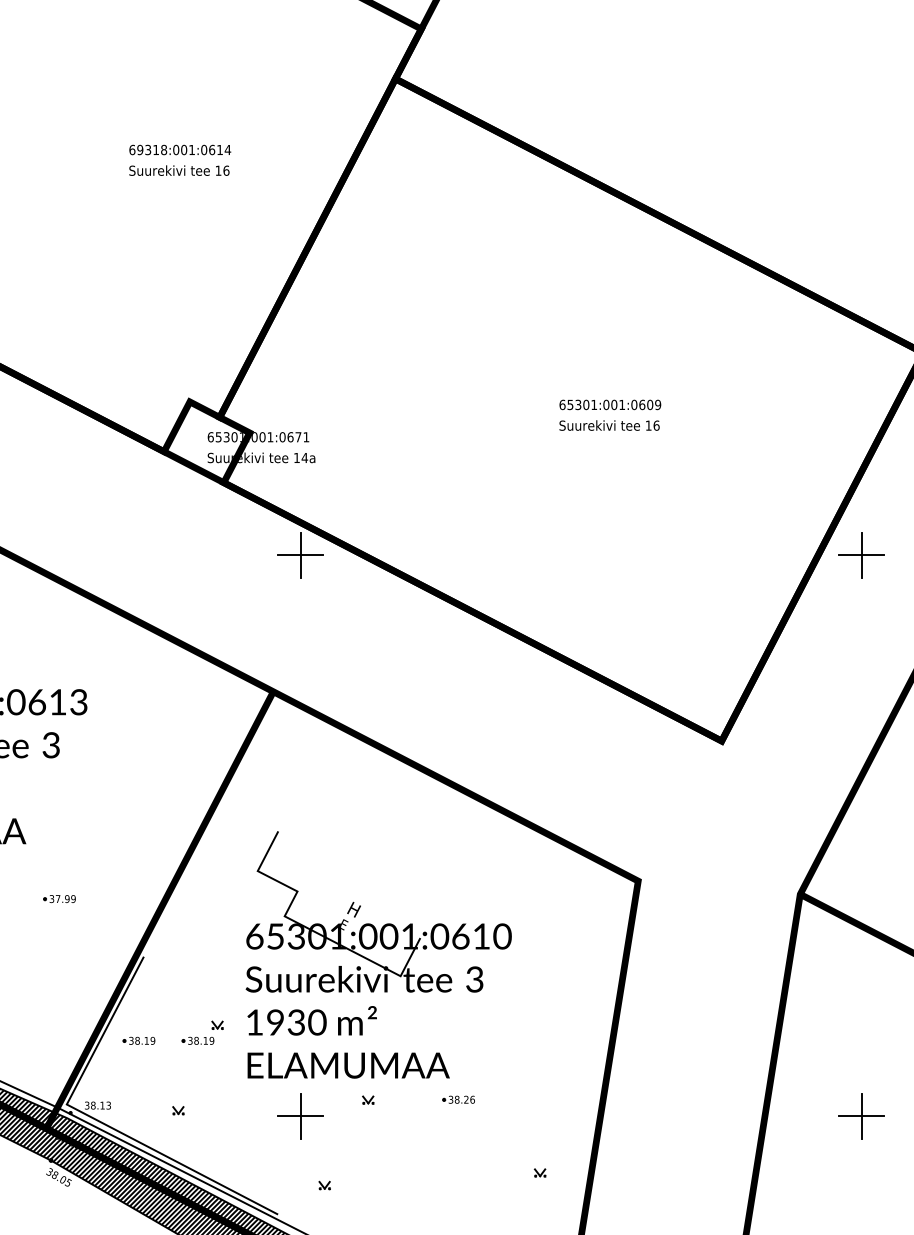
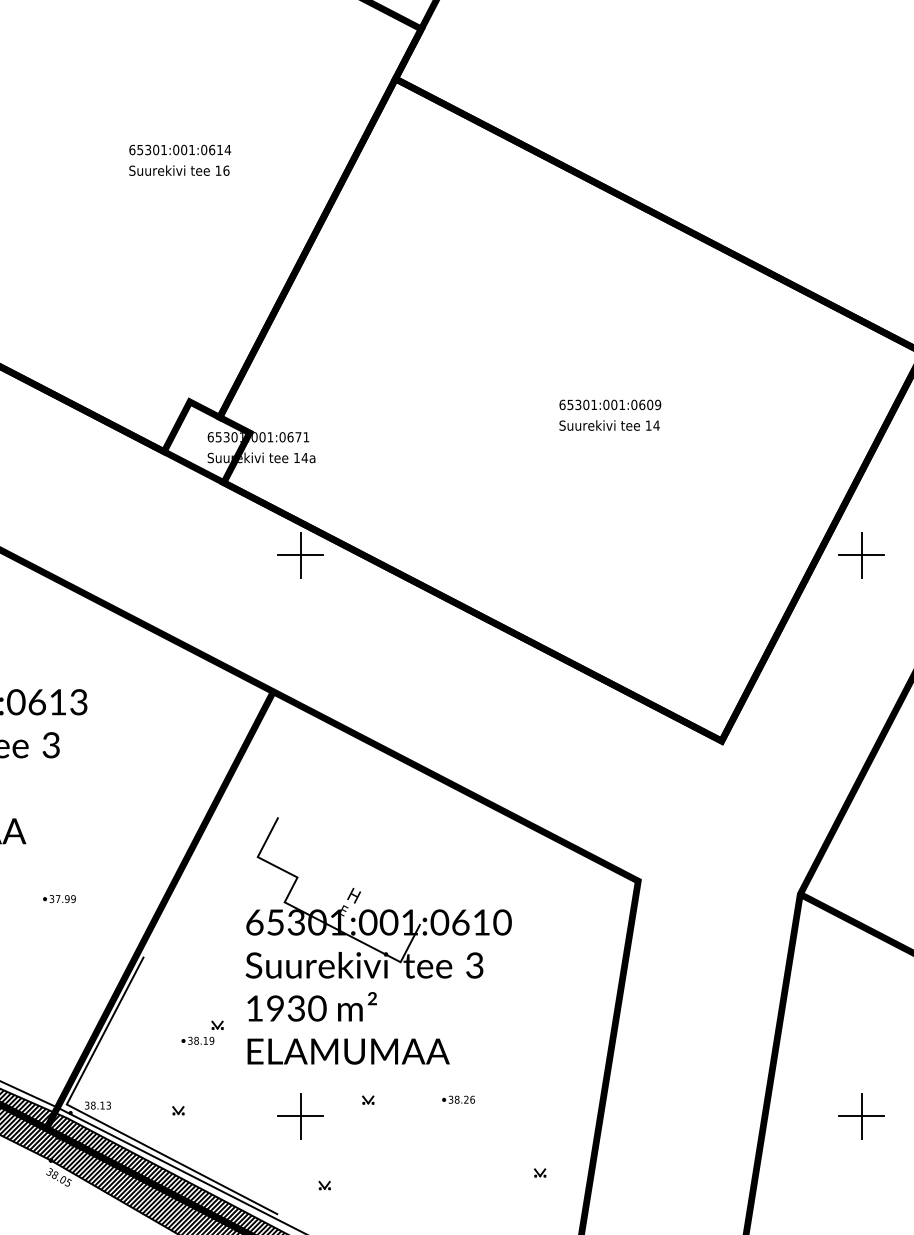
text at (152, 149): 69318:001:0614 -> 65301:001:0614
text at (656, 425): 16 -> 14
part at (374, 961) position: (374, 961) -> (374, 947)
part at (138, 1040): present -> none
